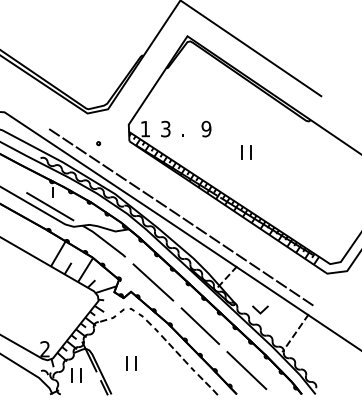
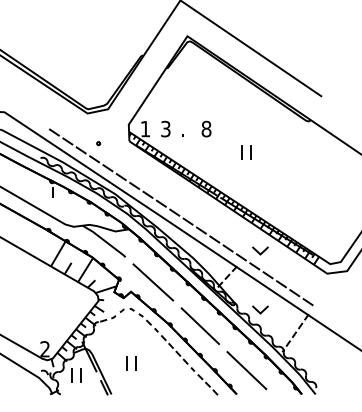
text at (206, 129): 9 -> 8
line at (50, 206): present -> none
line at (258, 251): none -> present
